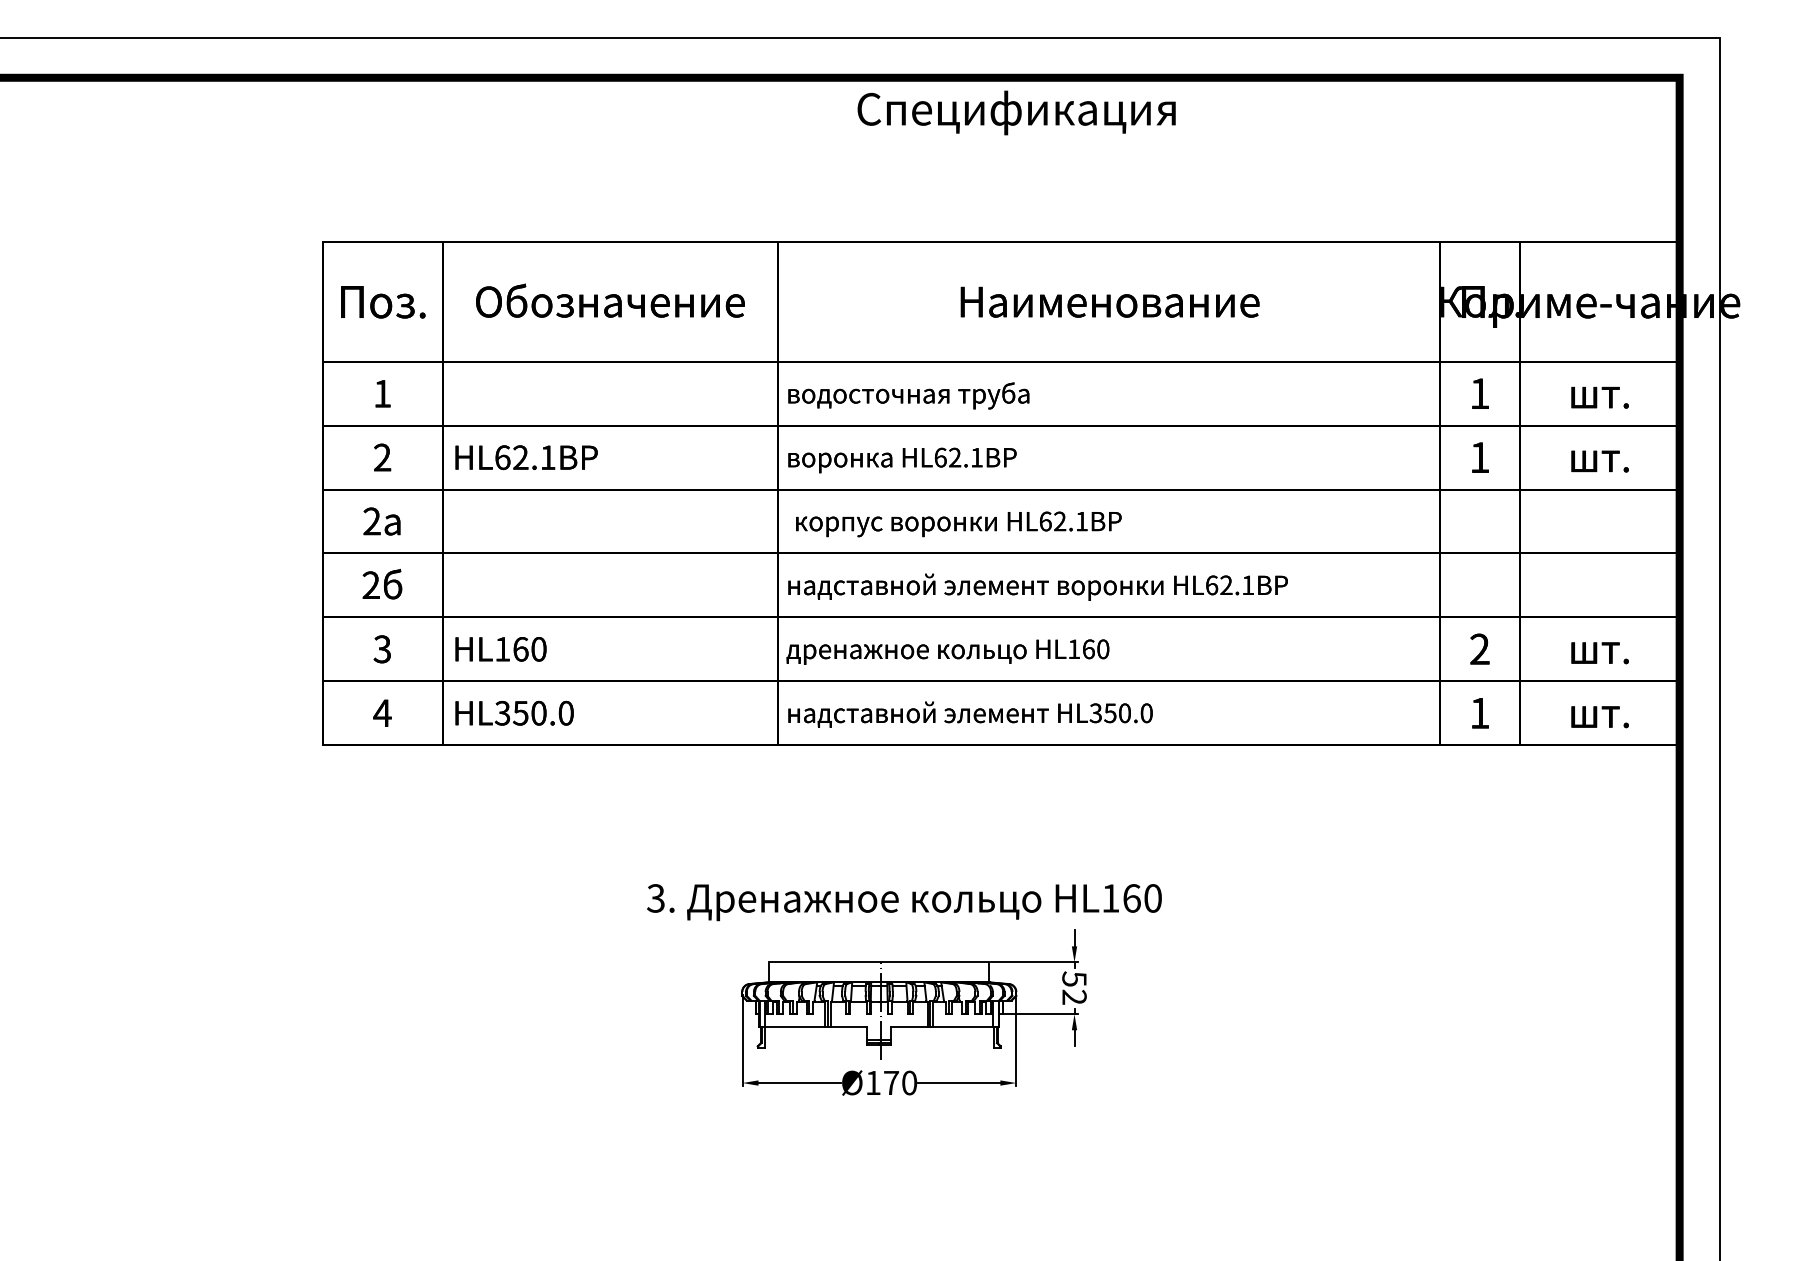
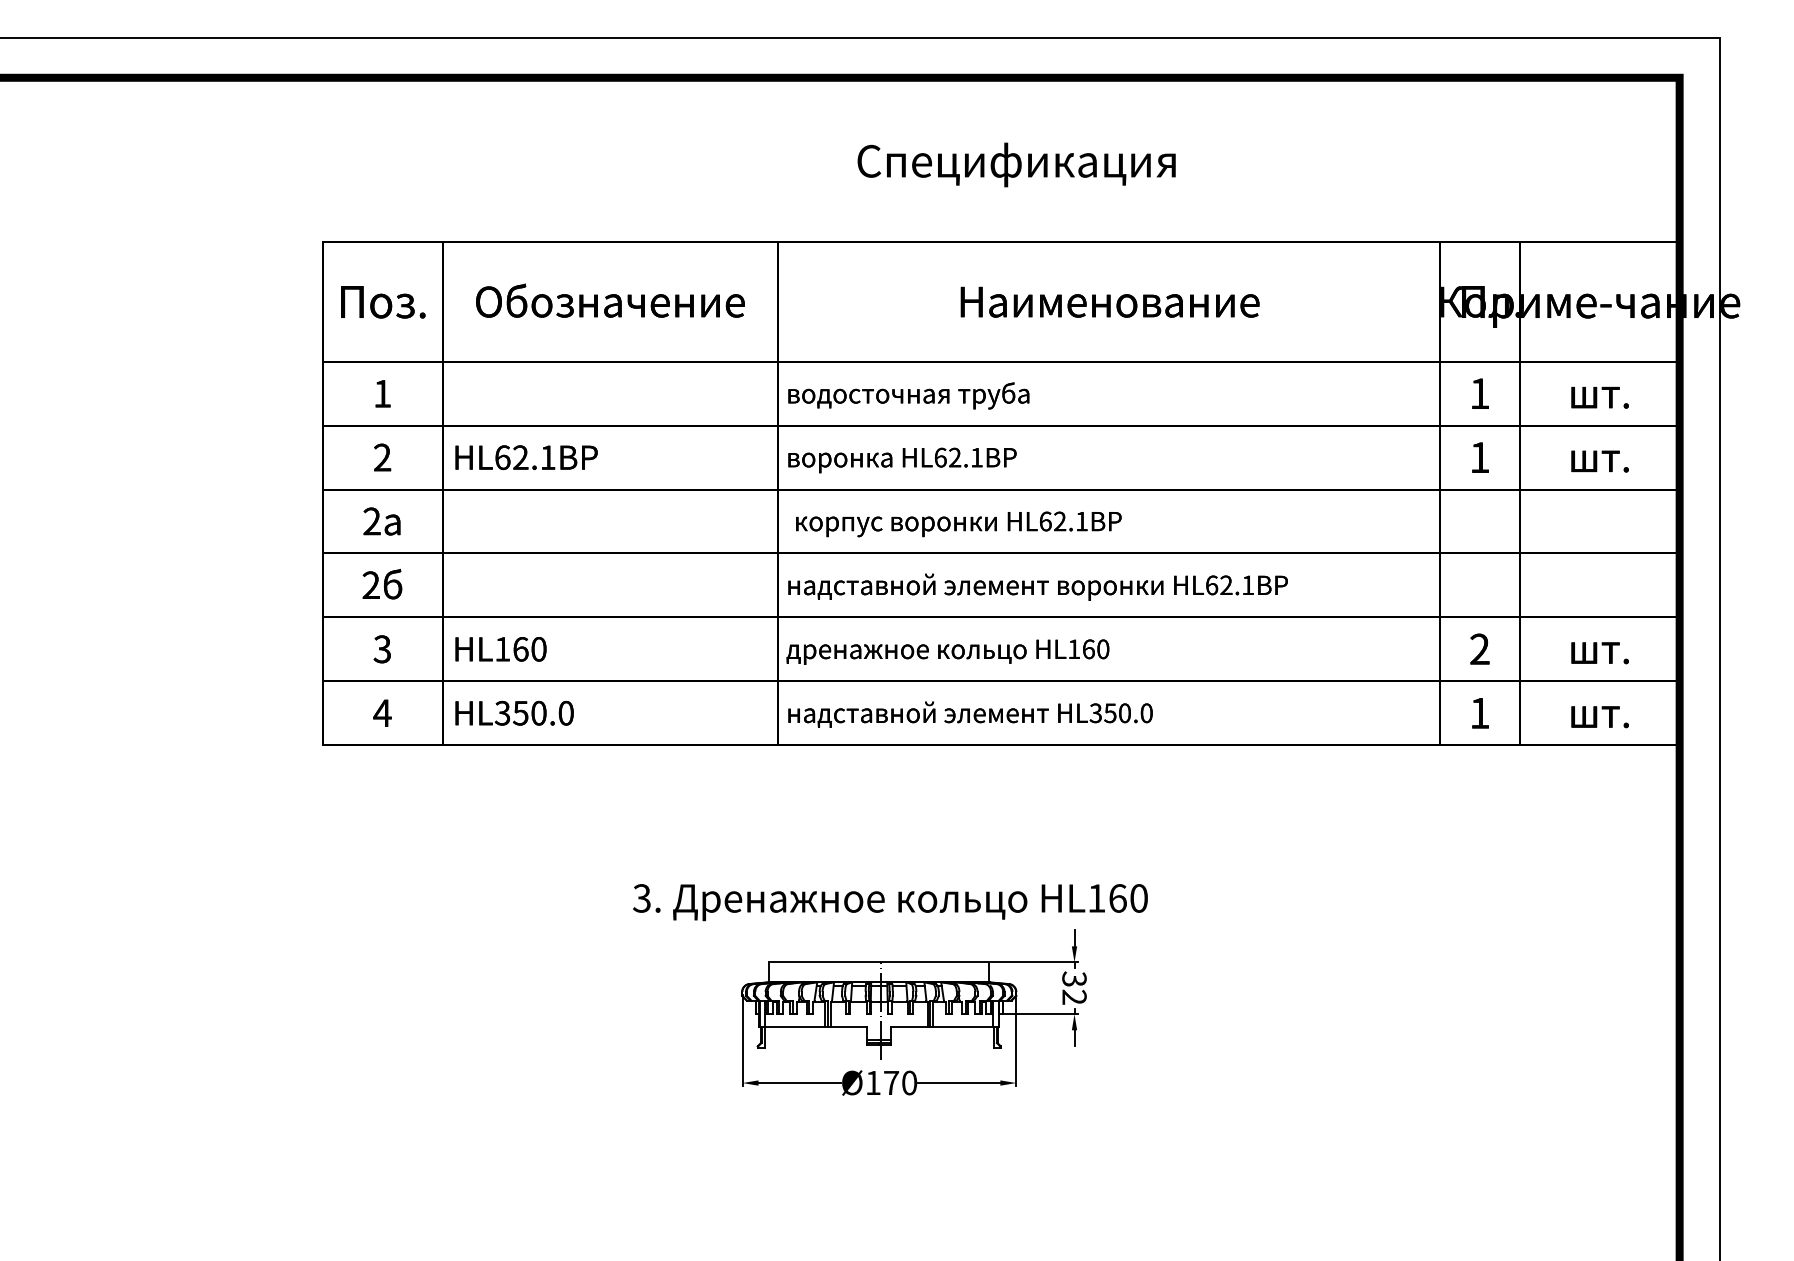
text at (1016, 112) position: (1016, 112) -> (1016, 164)
text at (904, 902) position: (904, 902) -> (890, 902)
text at (1074, 979): 52 -> 32
